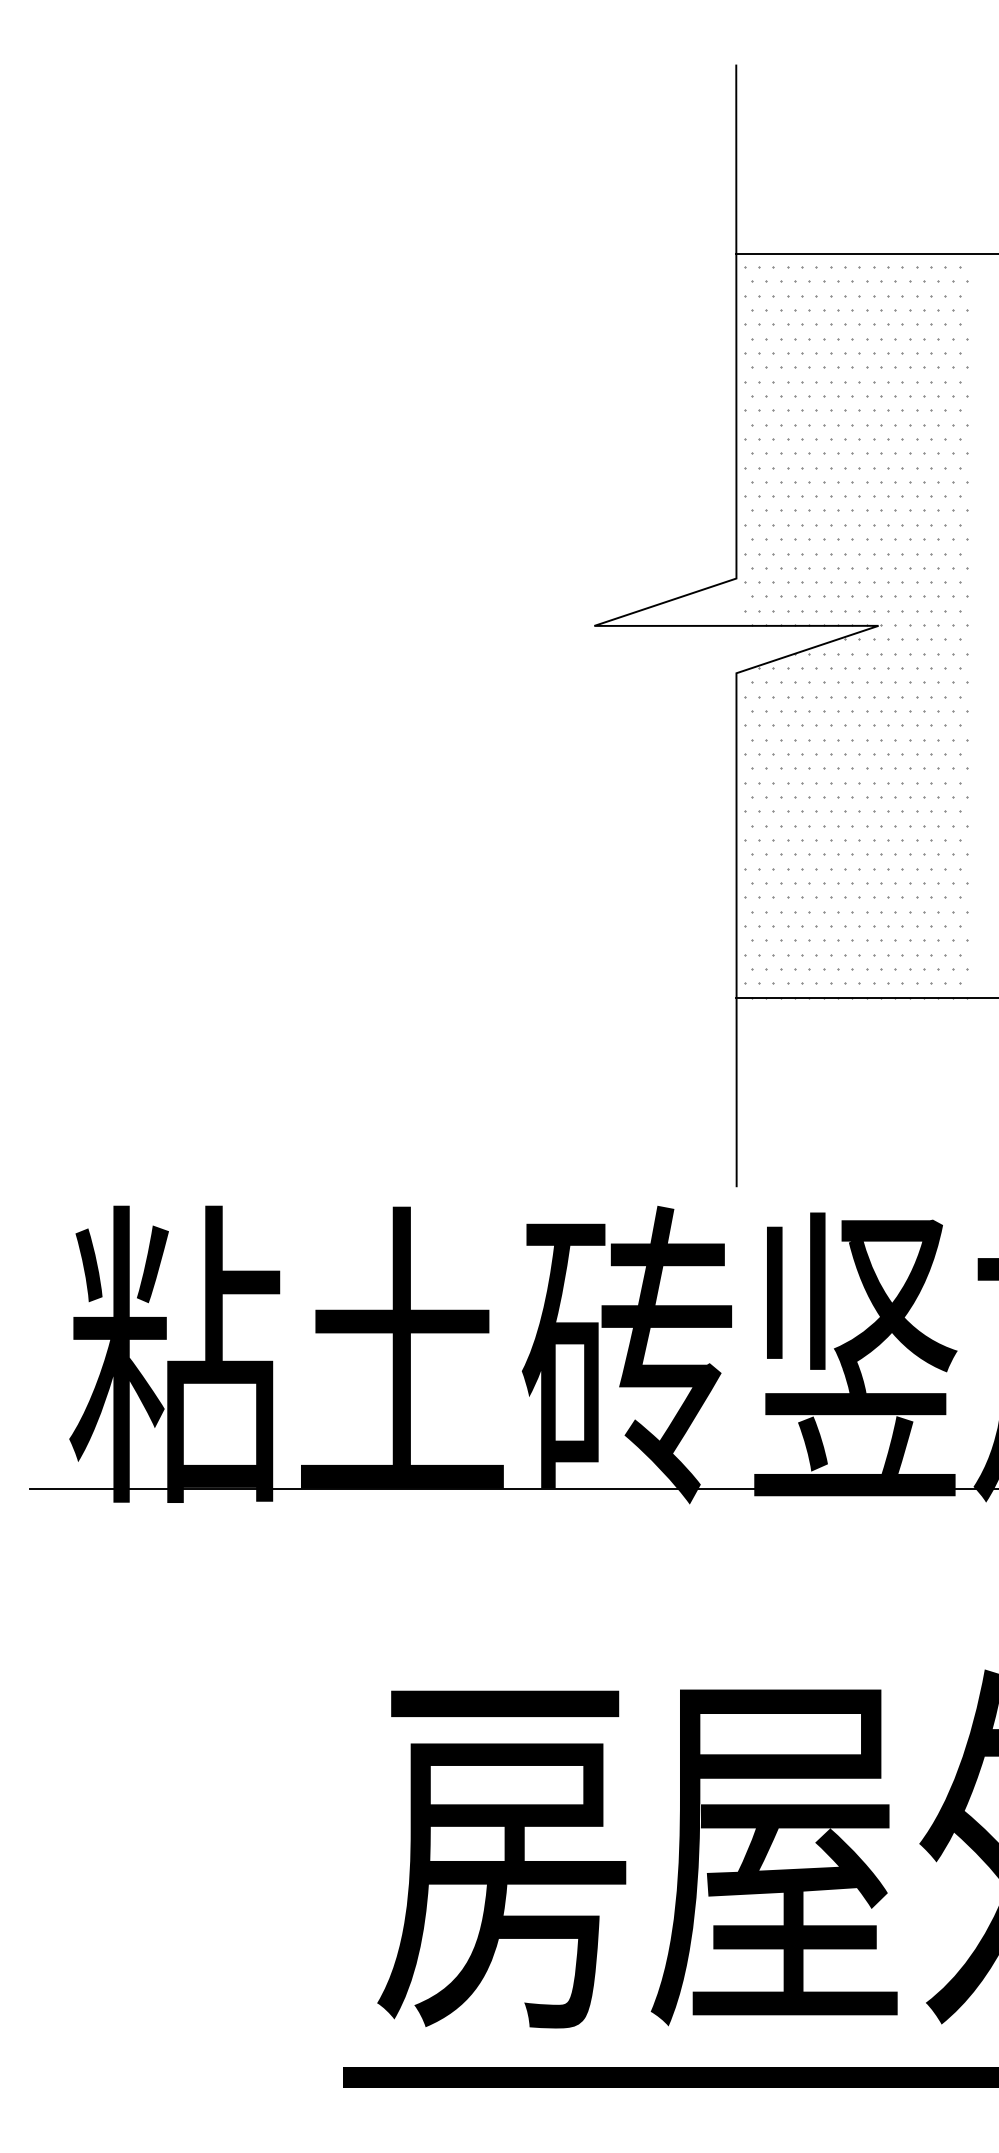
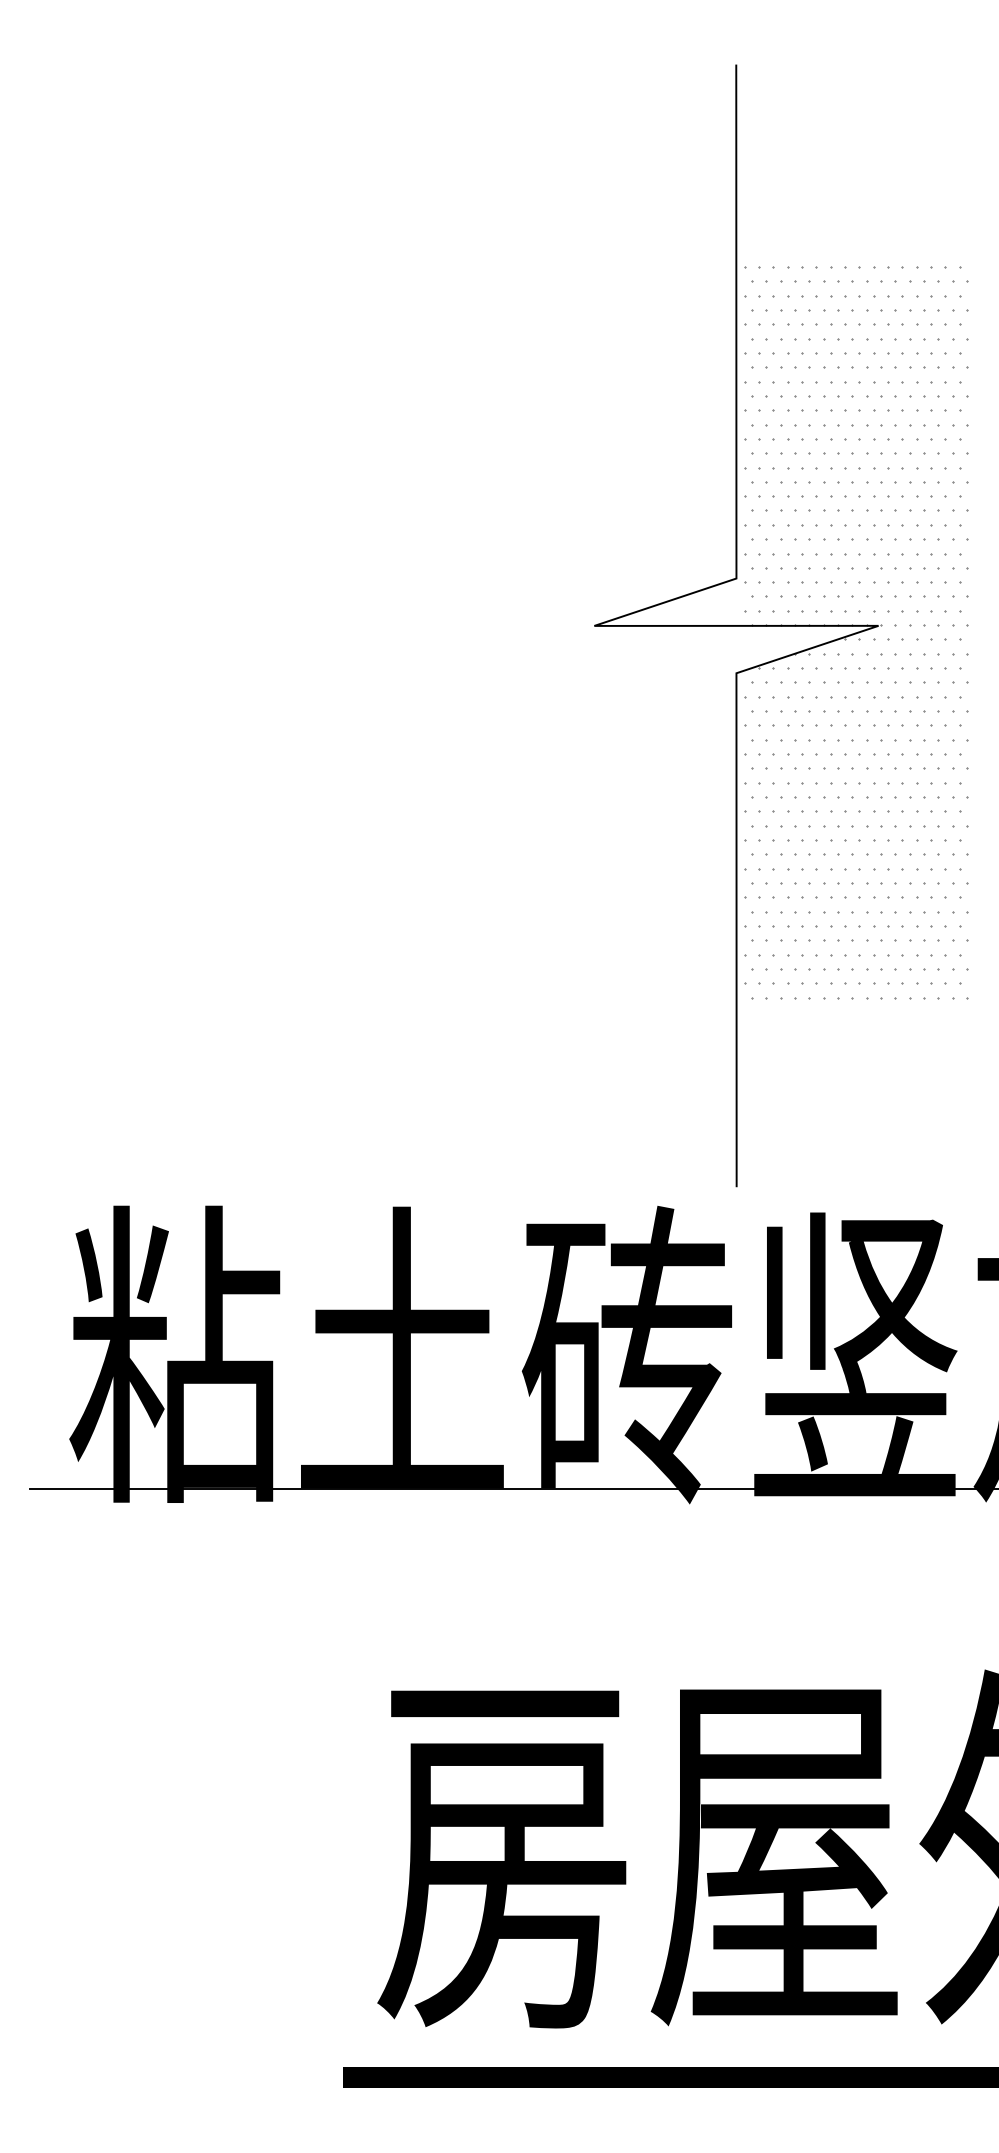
line at (865, 254): present -> none
line at (865, 997): present -> none
